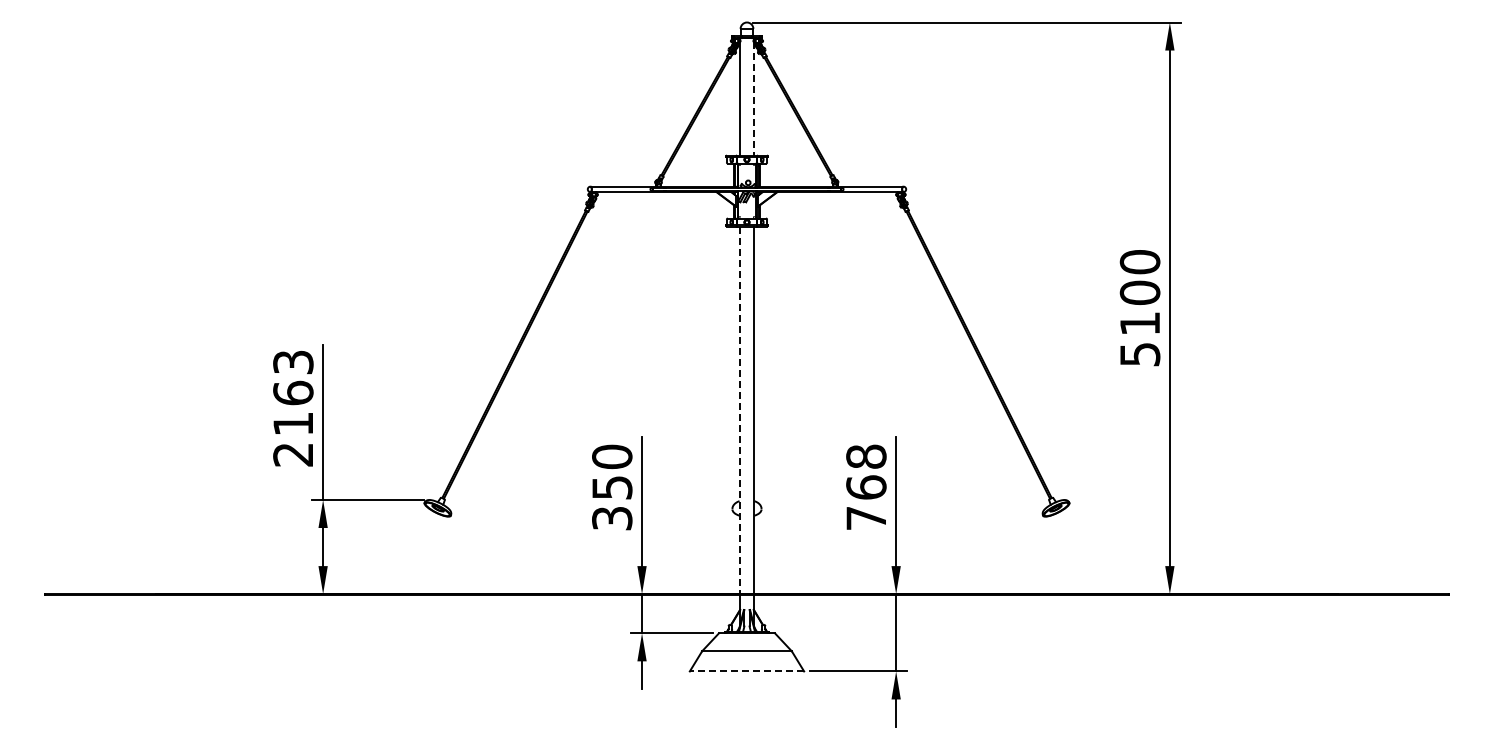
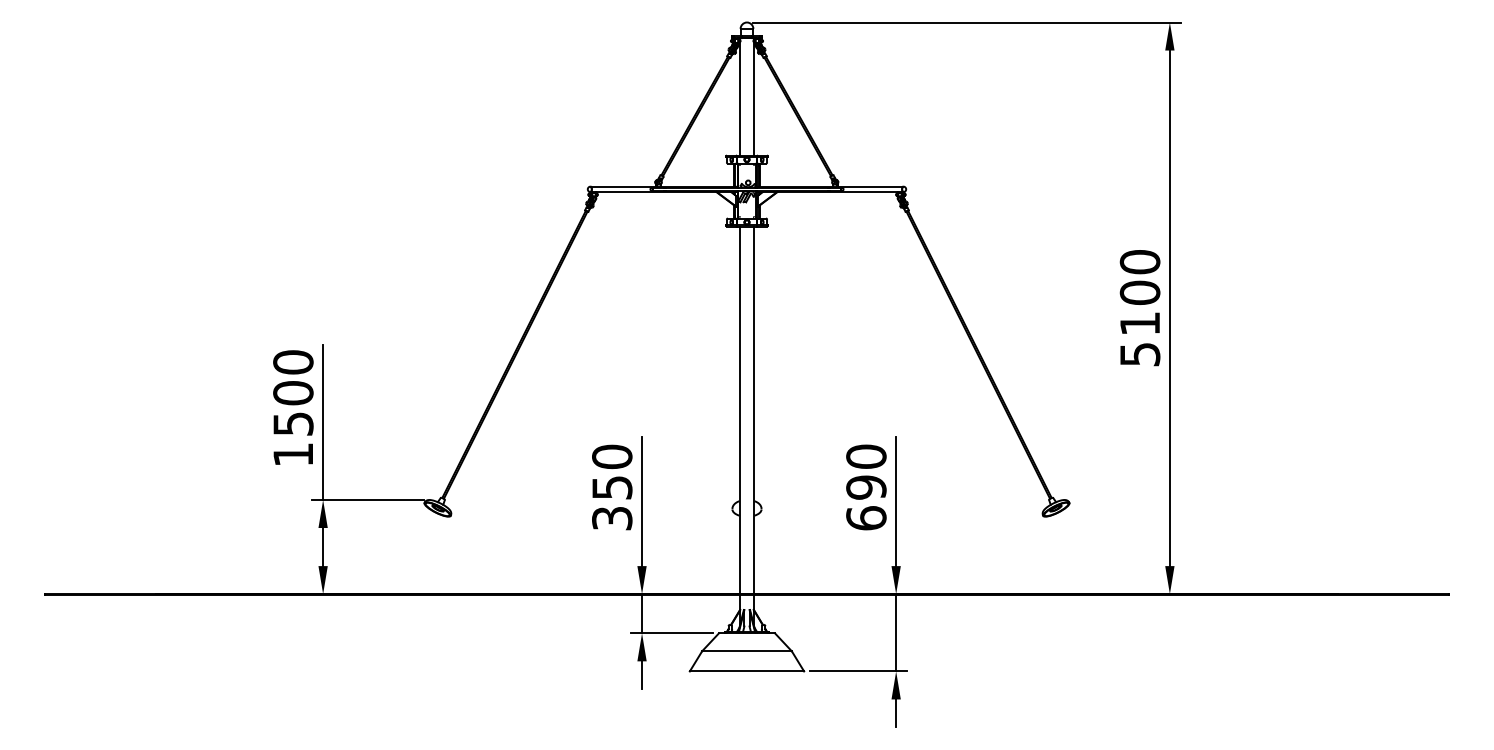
line at (754, 98): dashed -> solid
text at (293, 408): 2163 -> 1500
line at (739, 410): dashed -> solid
text at (866, 487): 768 -> 690
line at (746, 671): dashed -> solid
